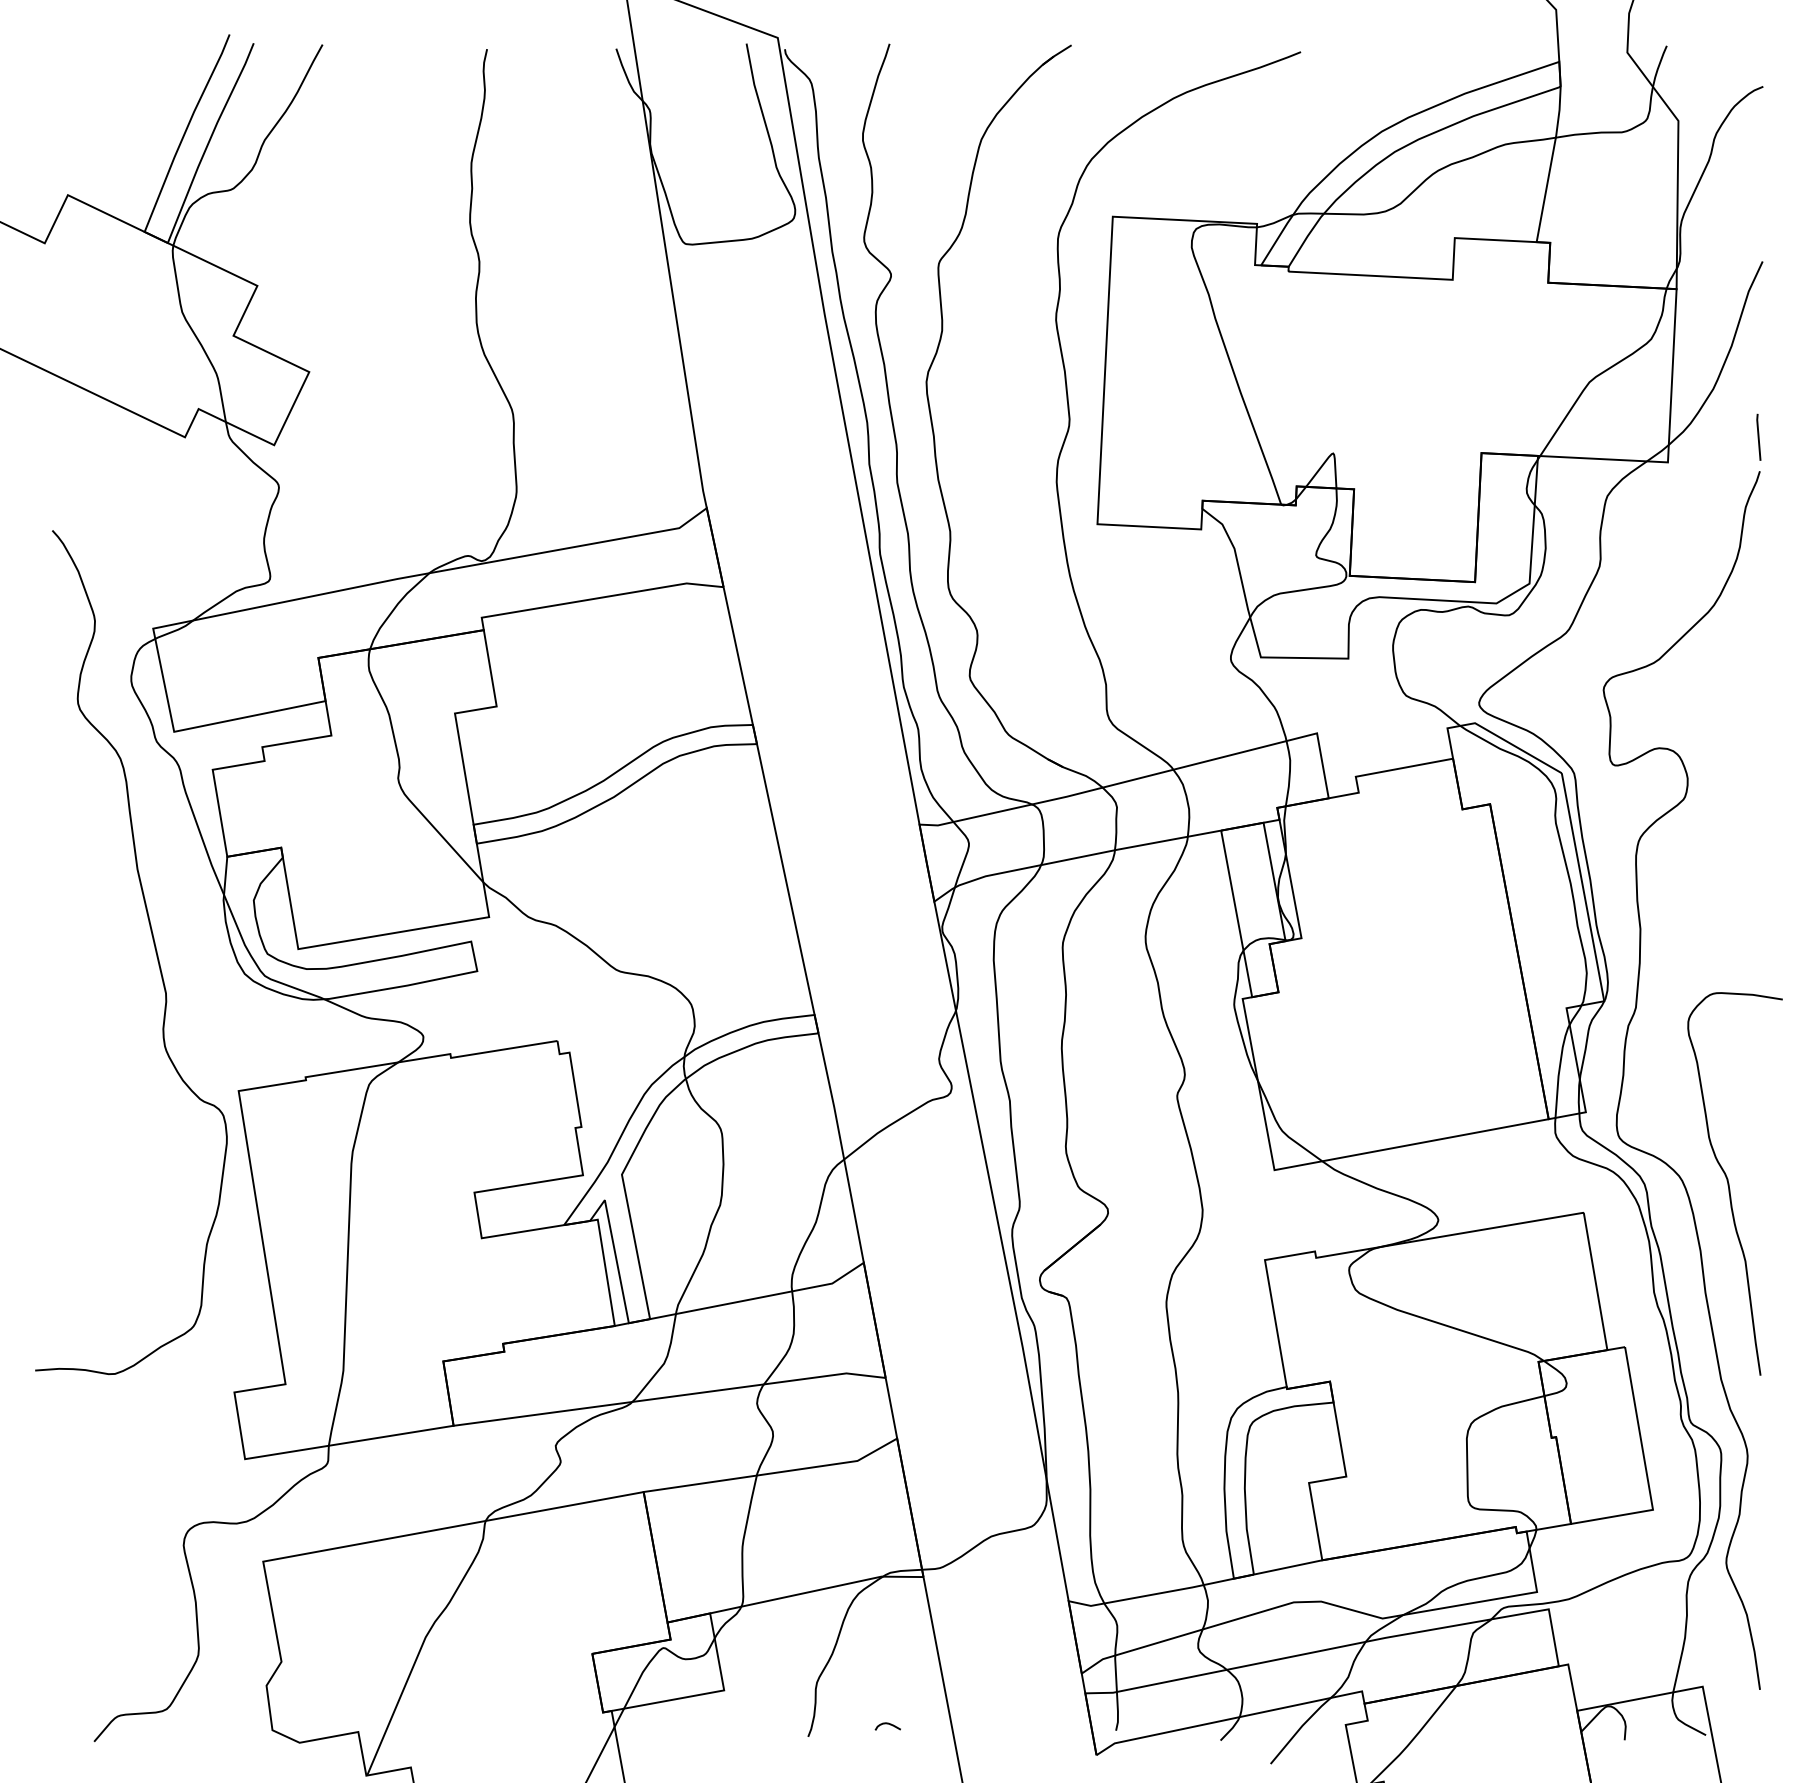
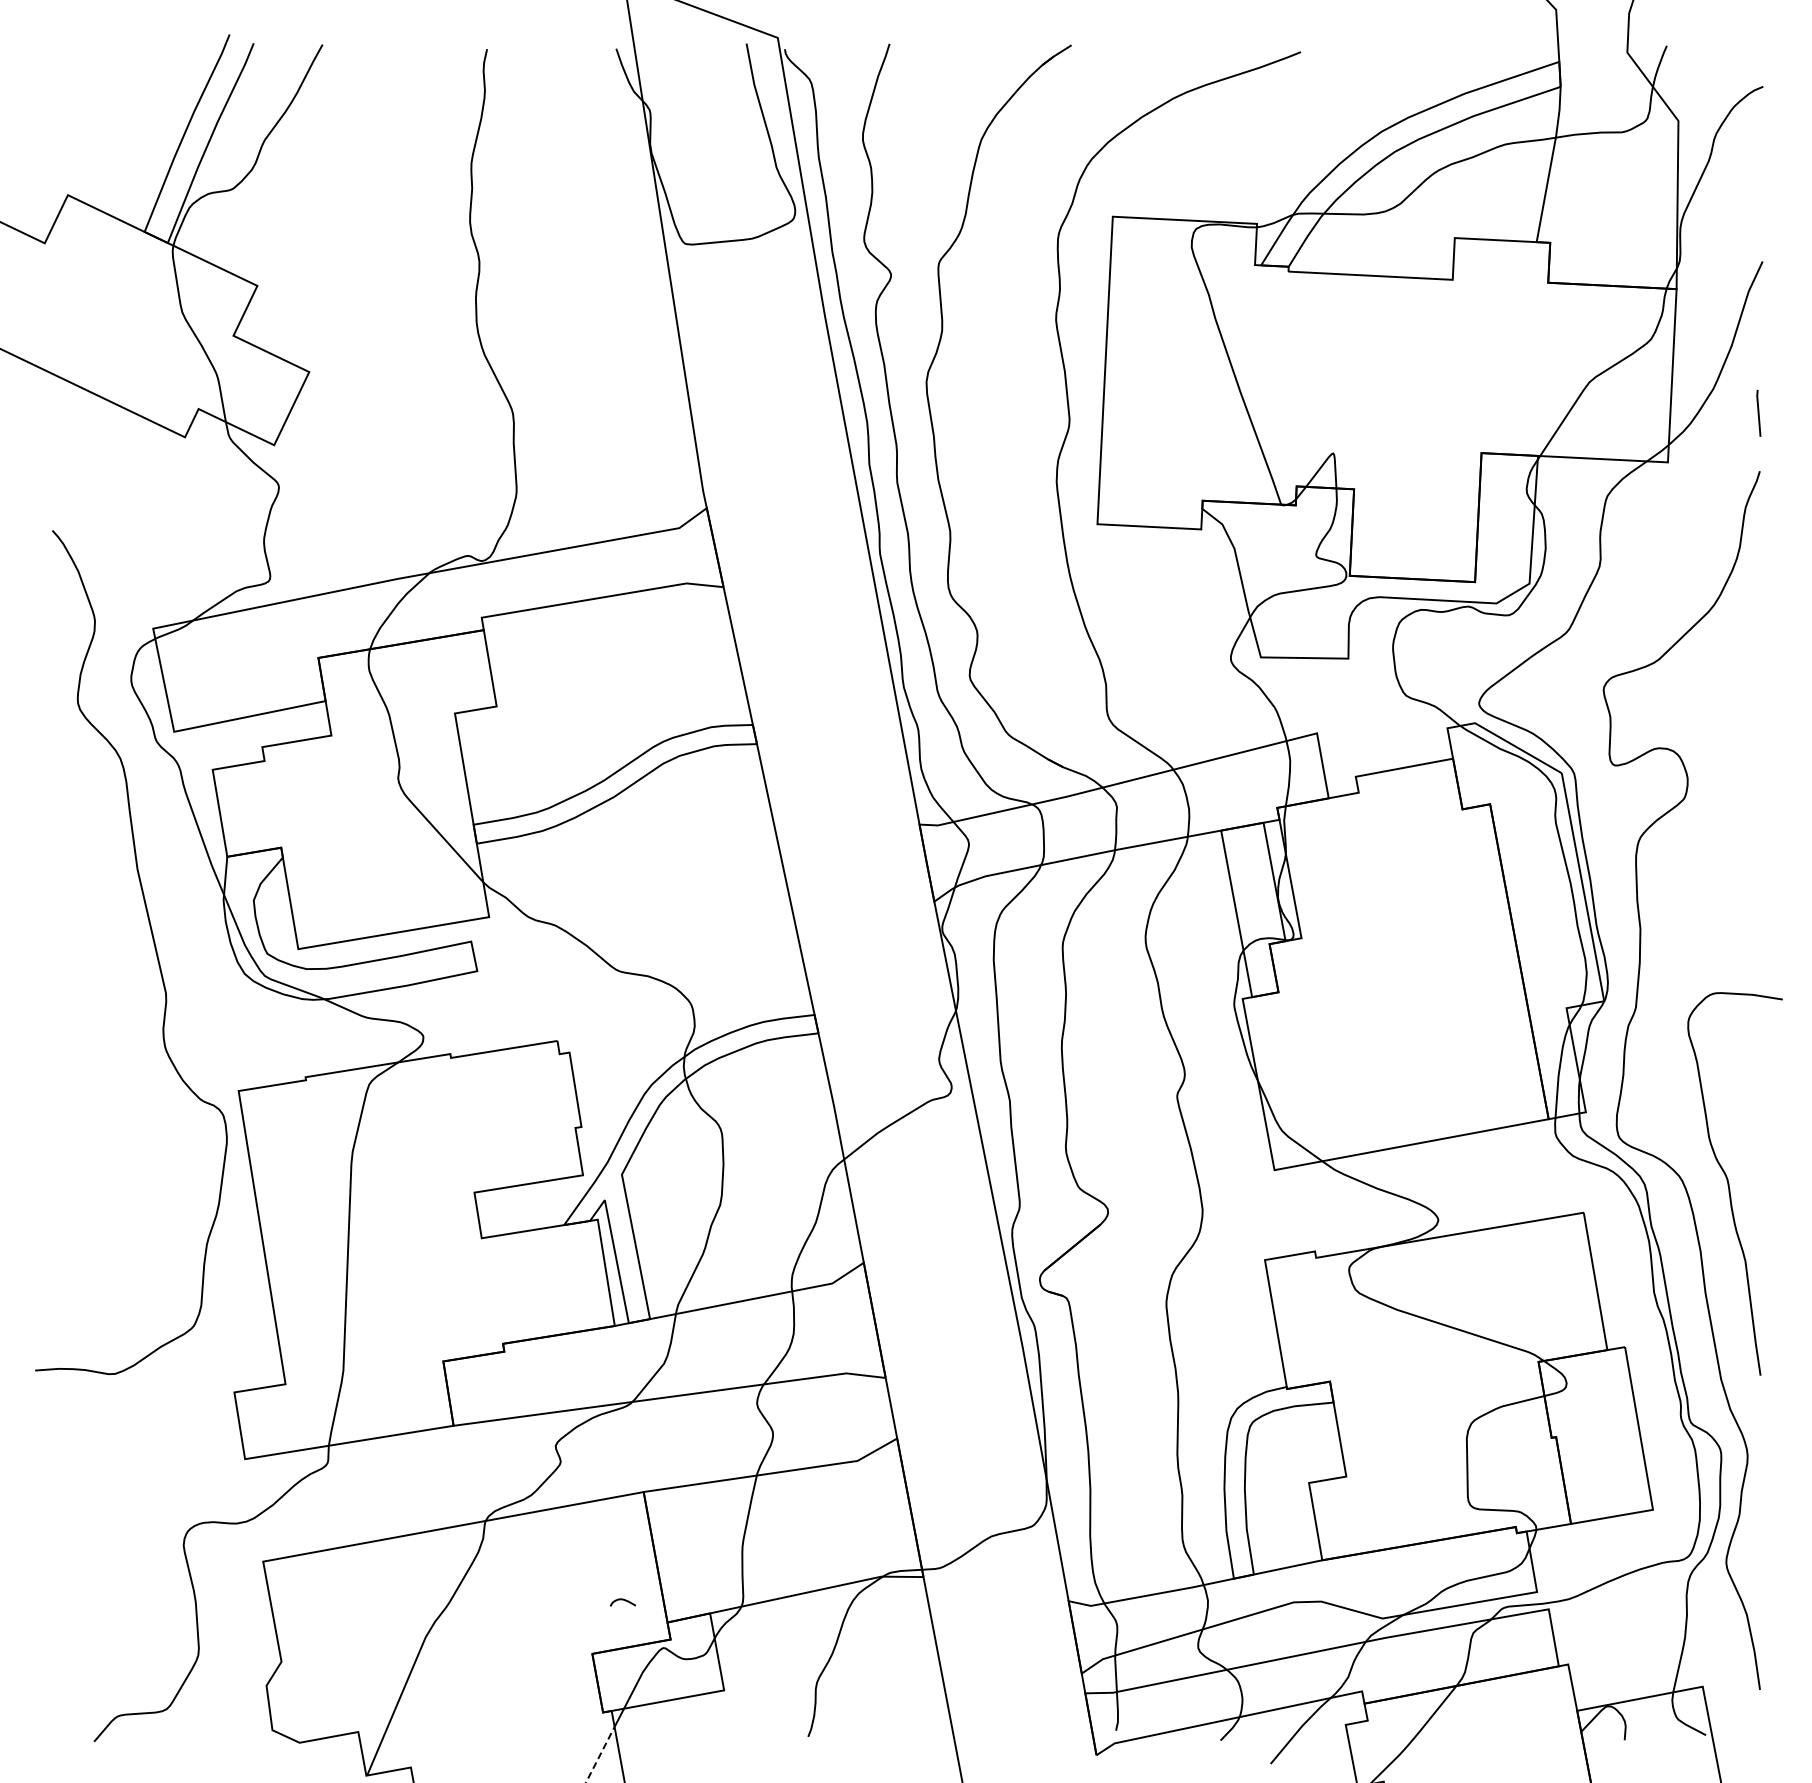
line at (1758, 436) position: (1758, 436) -> (1758, 412)
curve at (887, 1724) position: (887, 1724) -> (622, 1600)
line at (600, 1754): solid -> dashed
